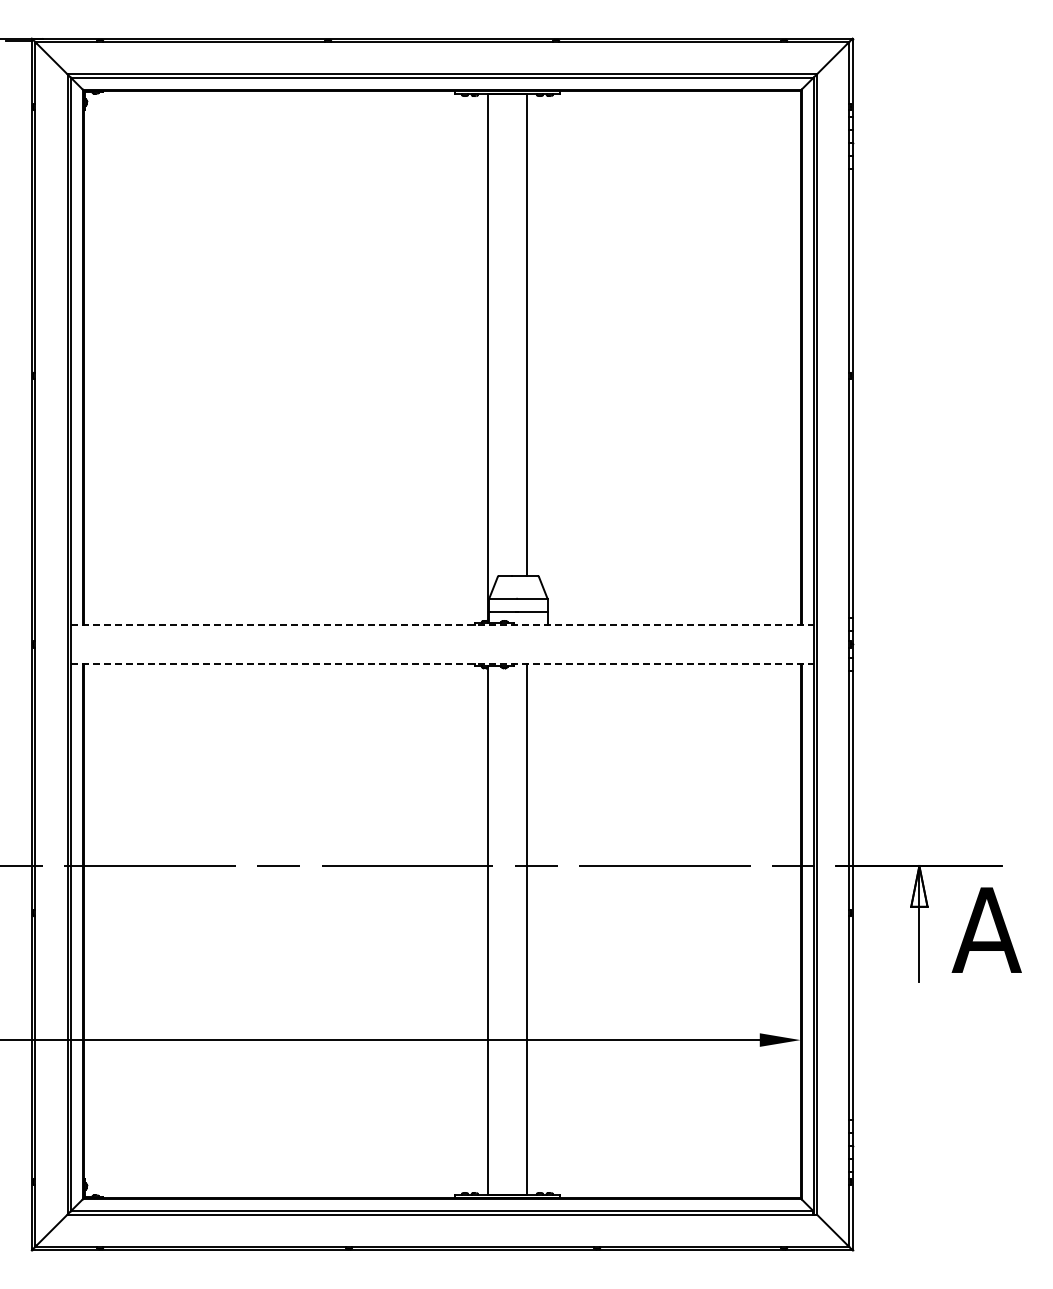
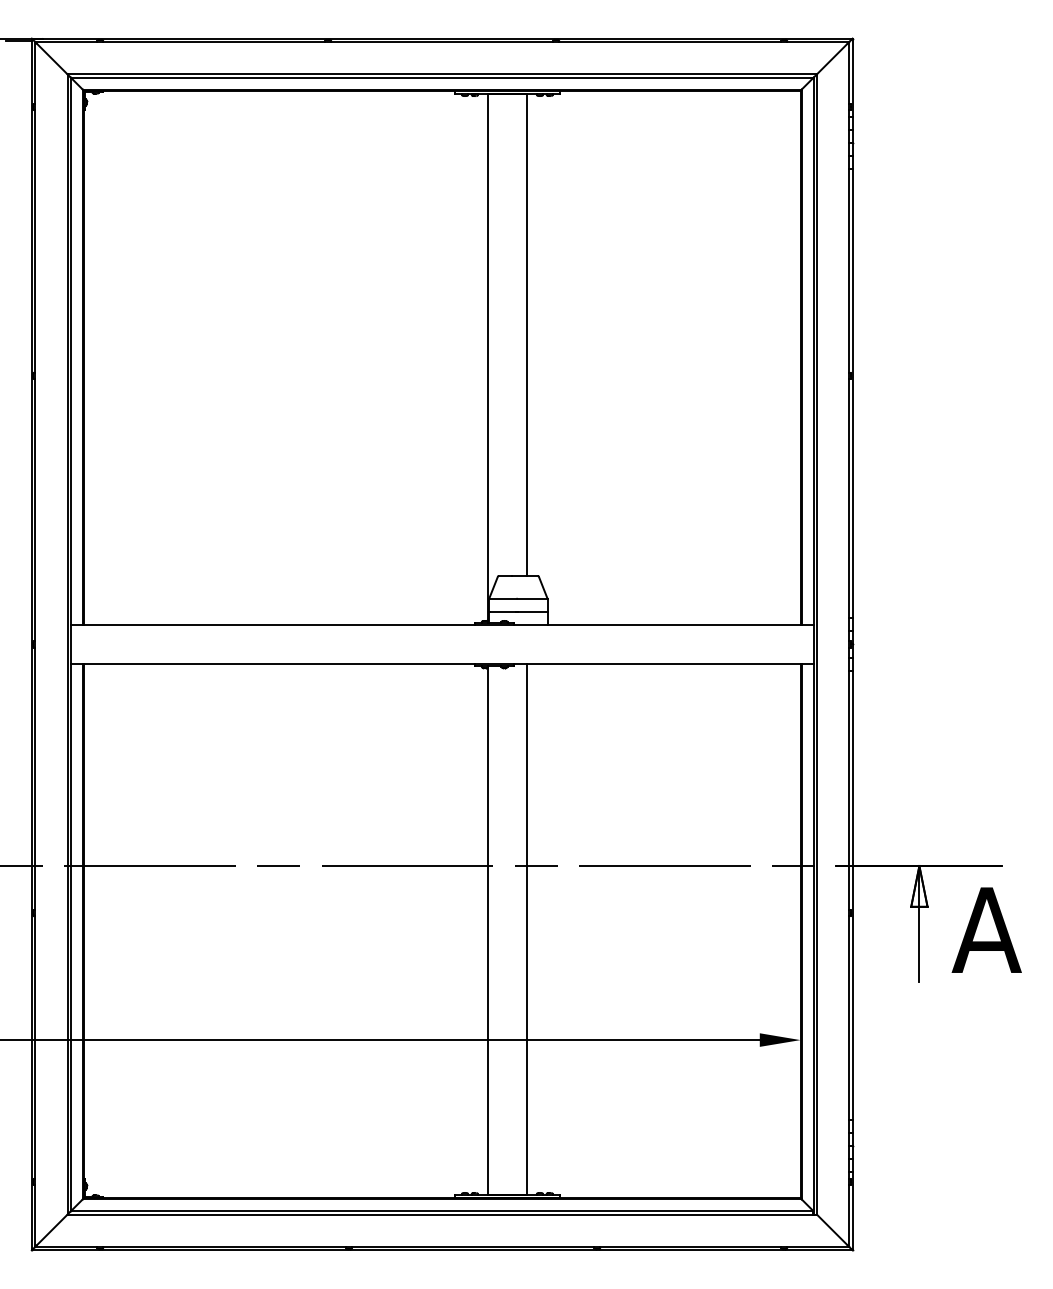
line at (442, 624): dashed -> solid
line at (442, 664): dashed -> solid
